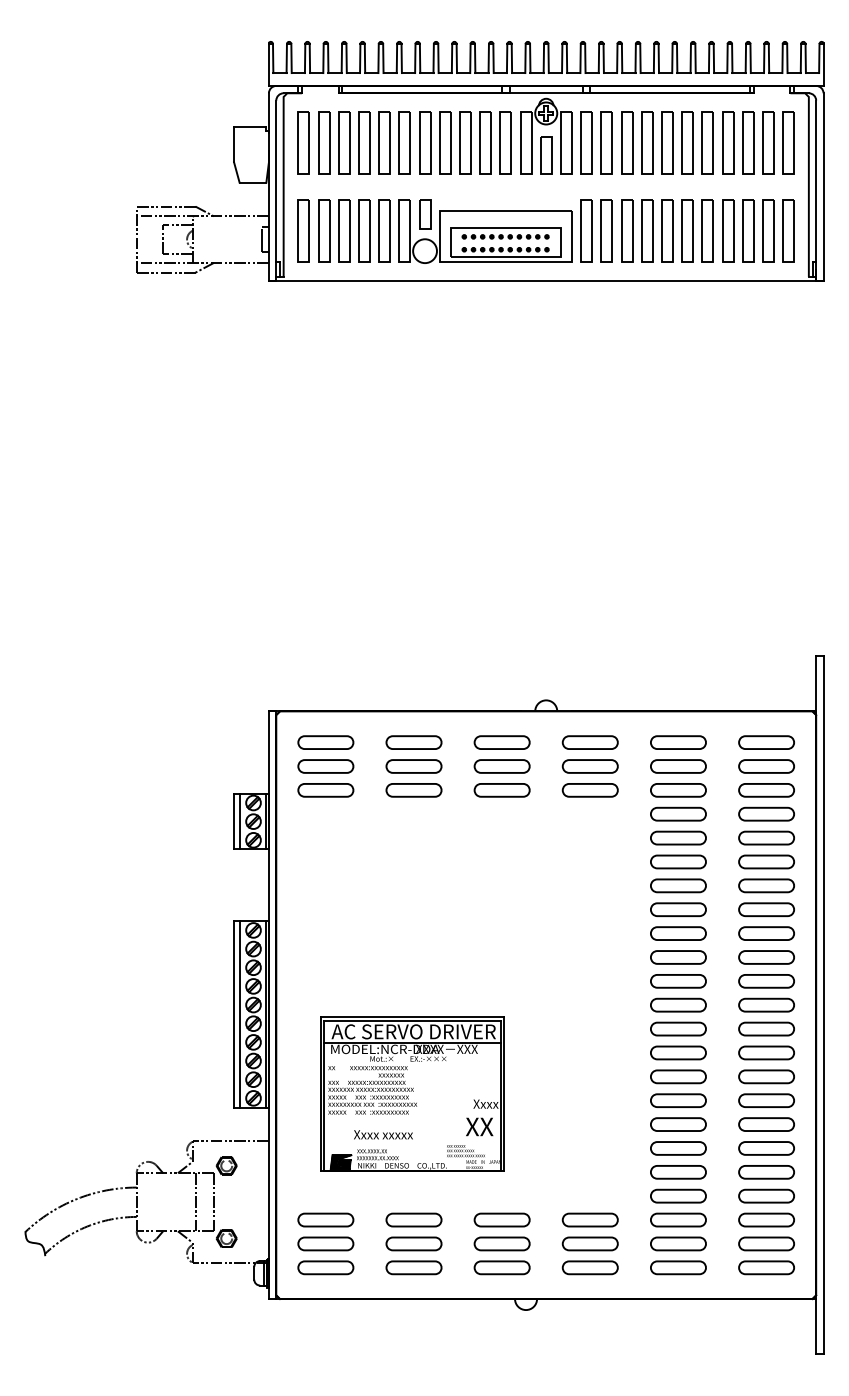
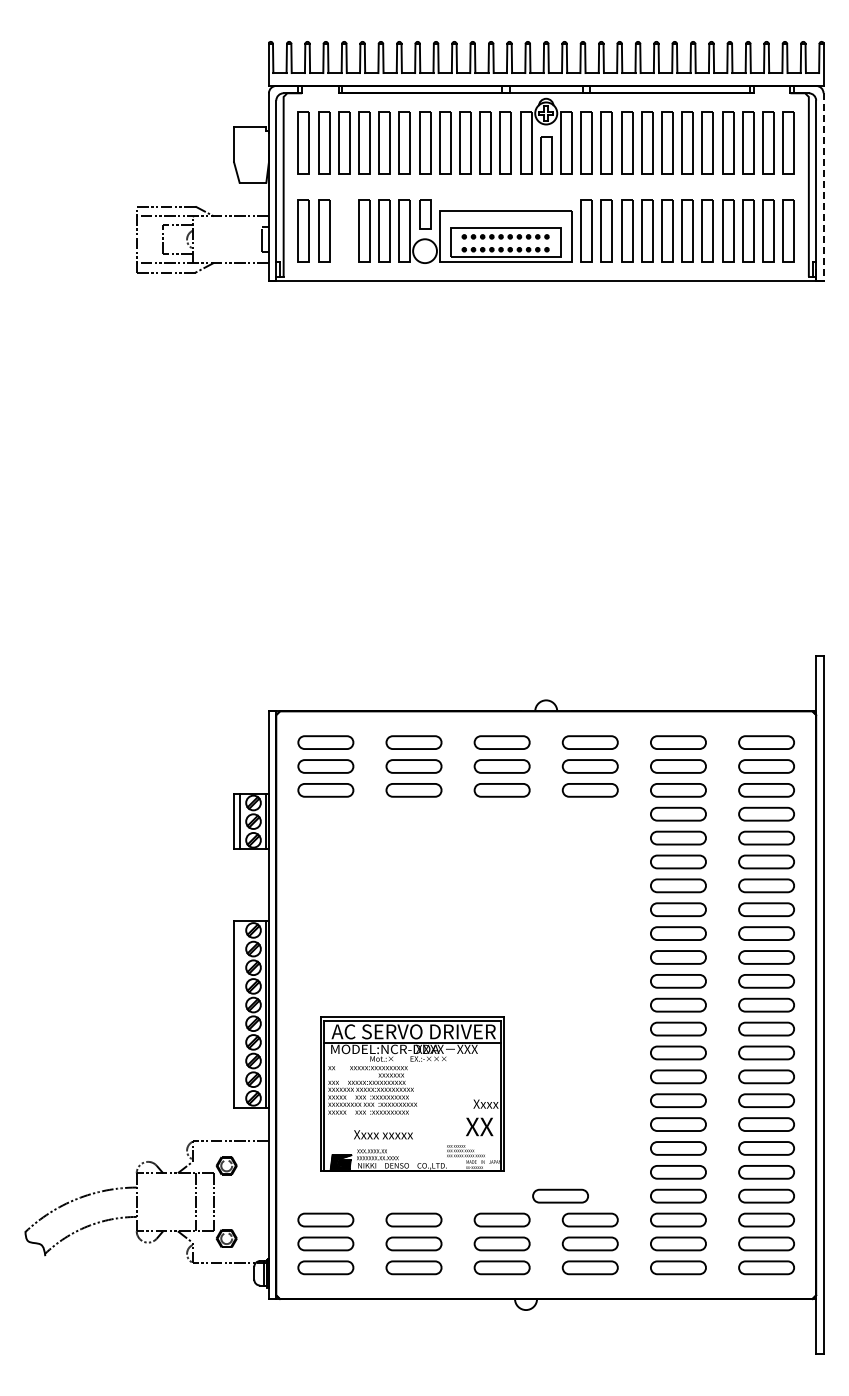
line at (823, 186): solid -> dashed
part at (344, 230): present -> none
line at (239, 1014): present -> none
part at (560, 1195): none -> present
